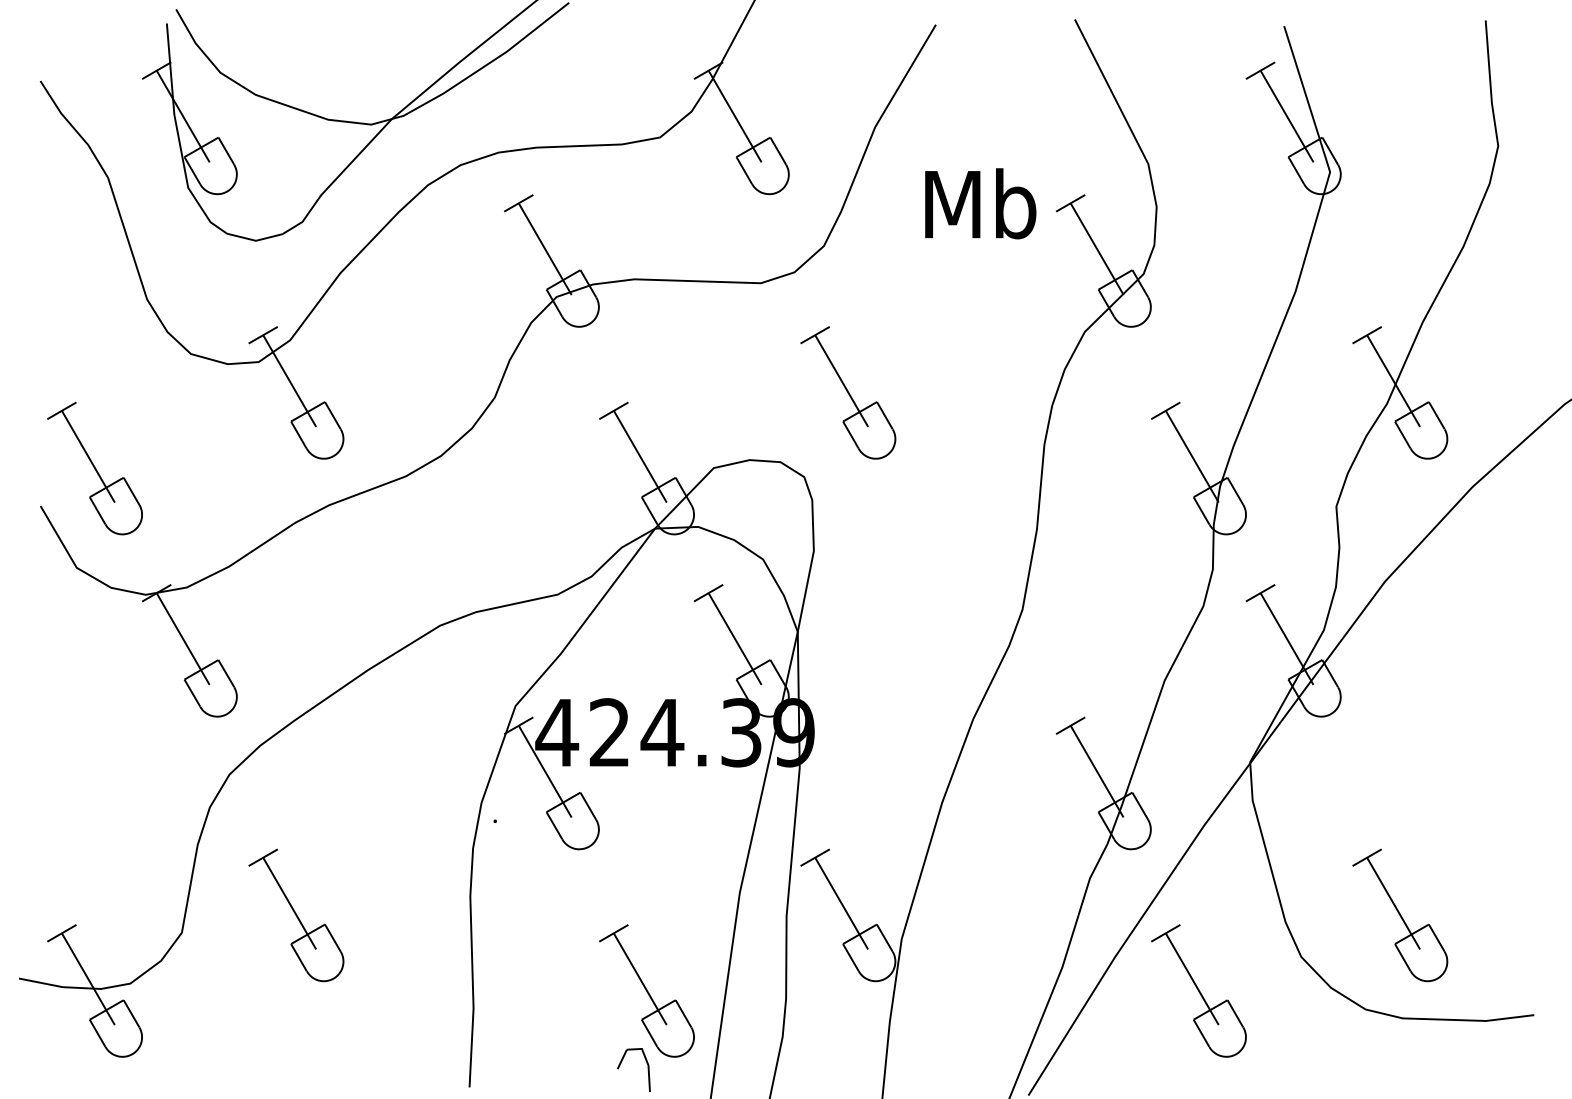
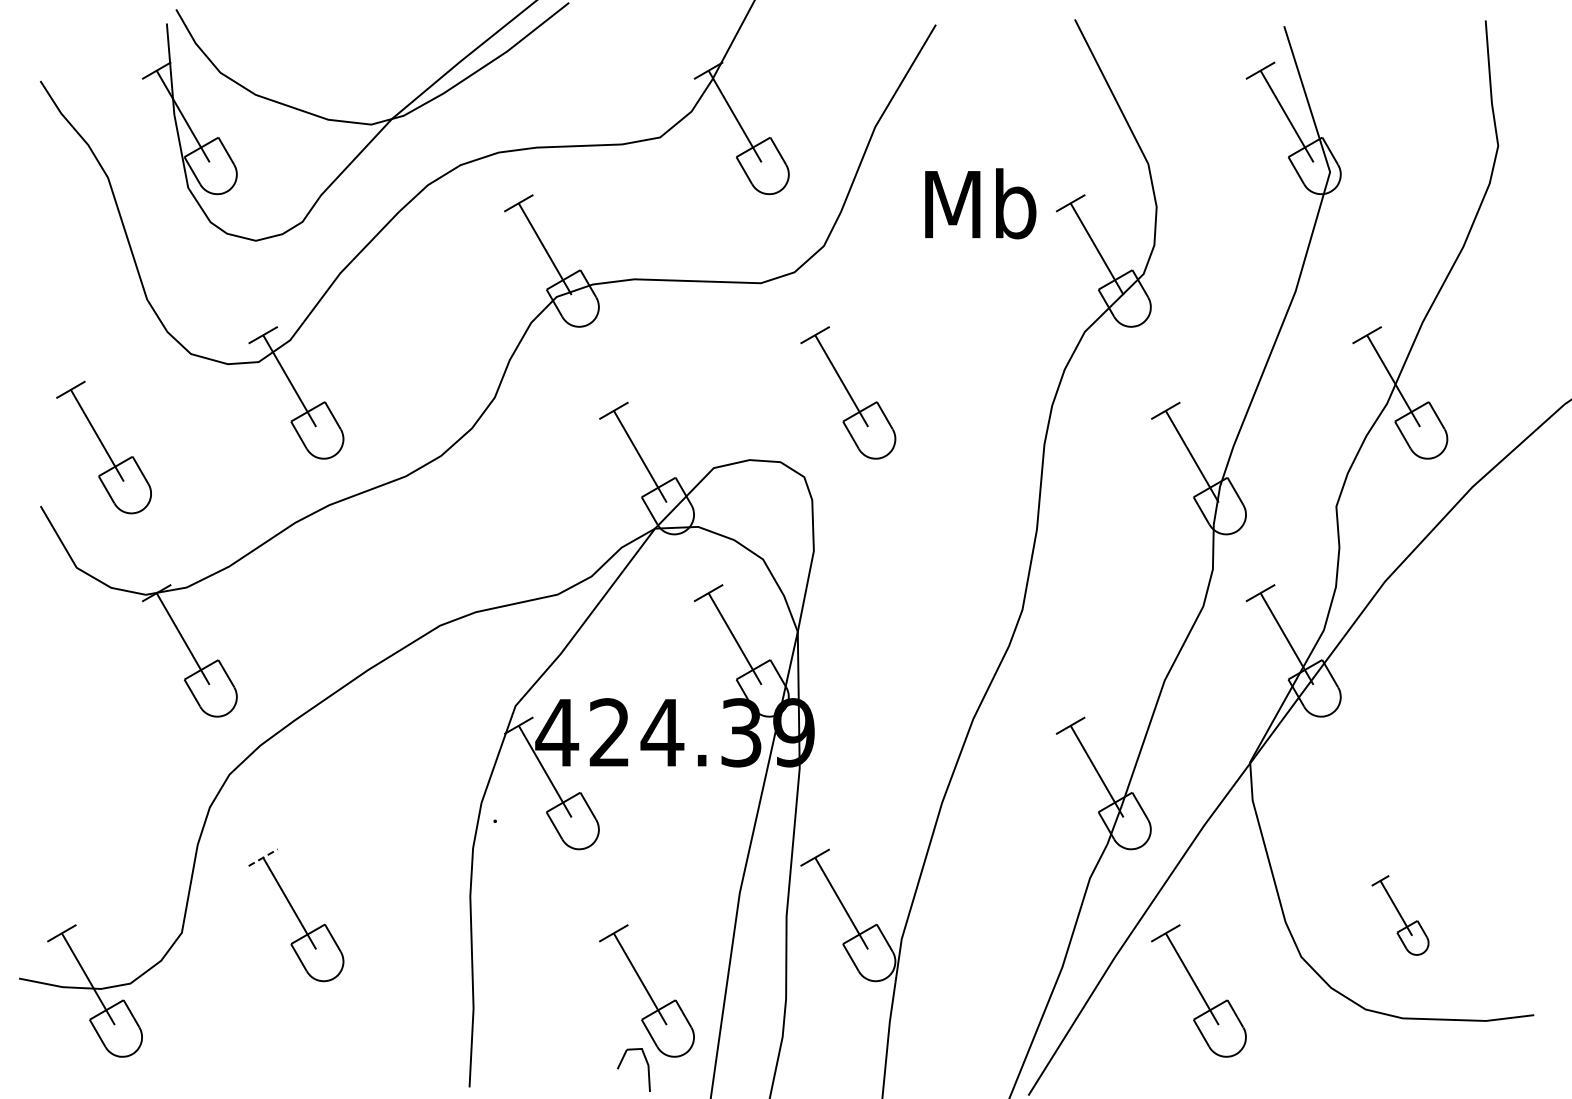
part at (94, 468) position: (94, 468) -> (103, 447)
line at (263, 857): solid -> dashed
part at (1400, 915) size: 97x135 px -> 59x81 px
